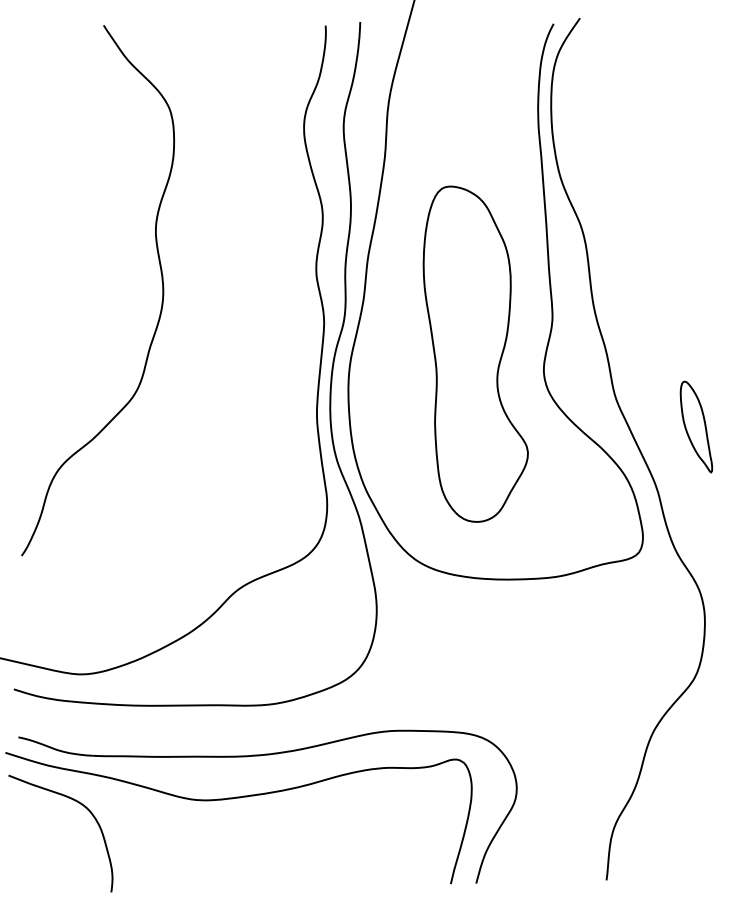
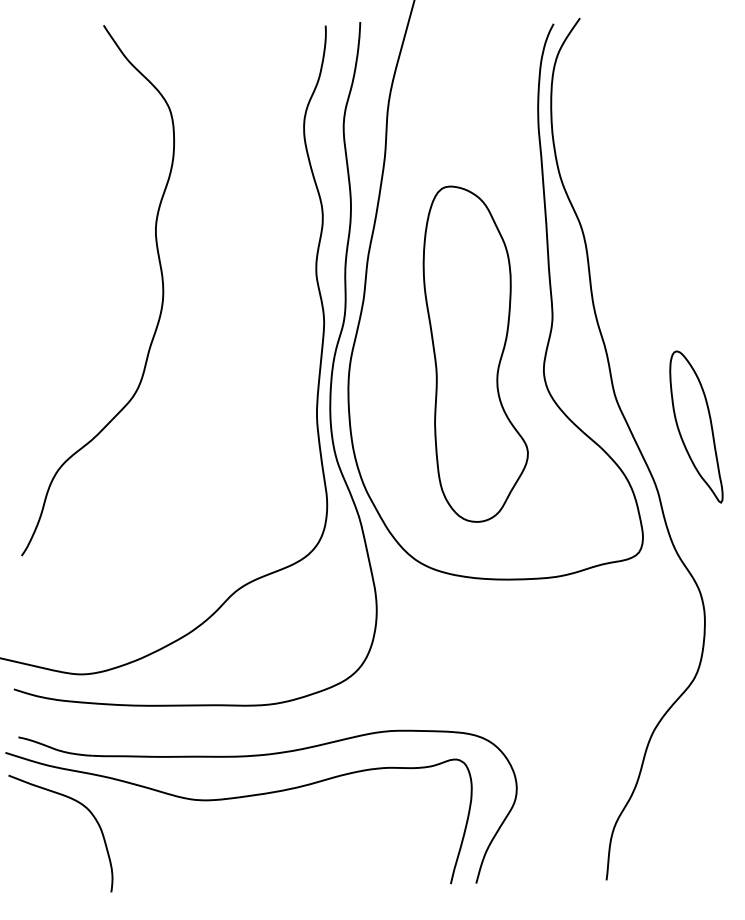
part at (696, 426) size: 35x94 px -> 55x154 px
